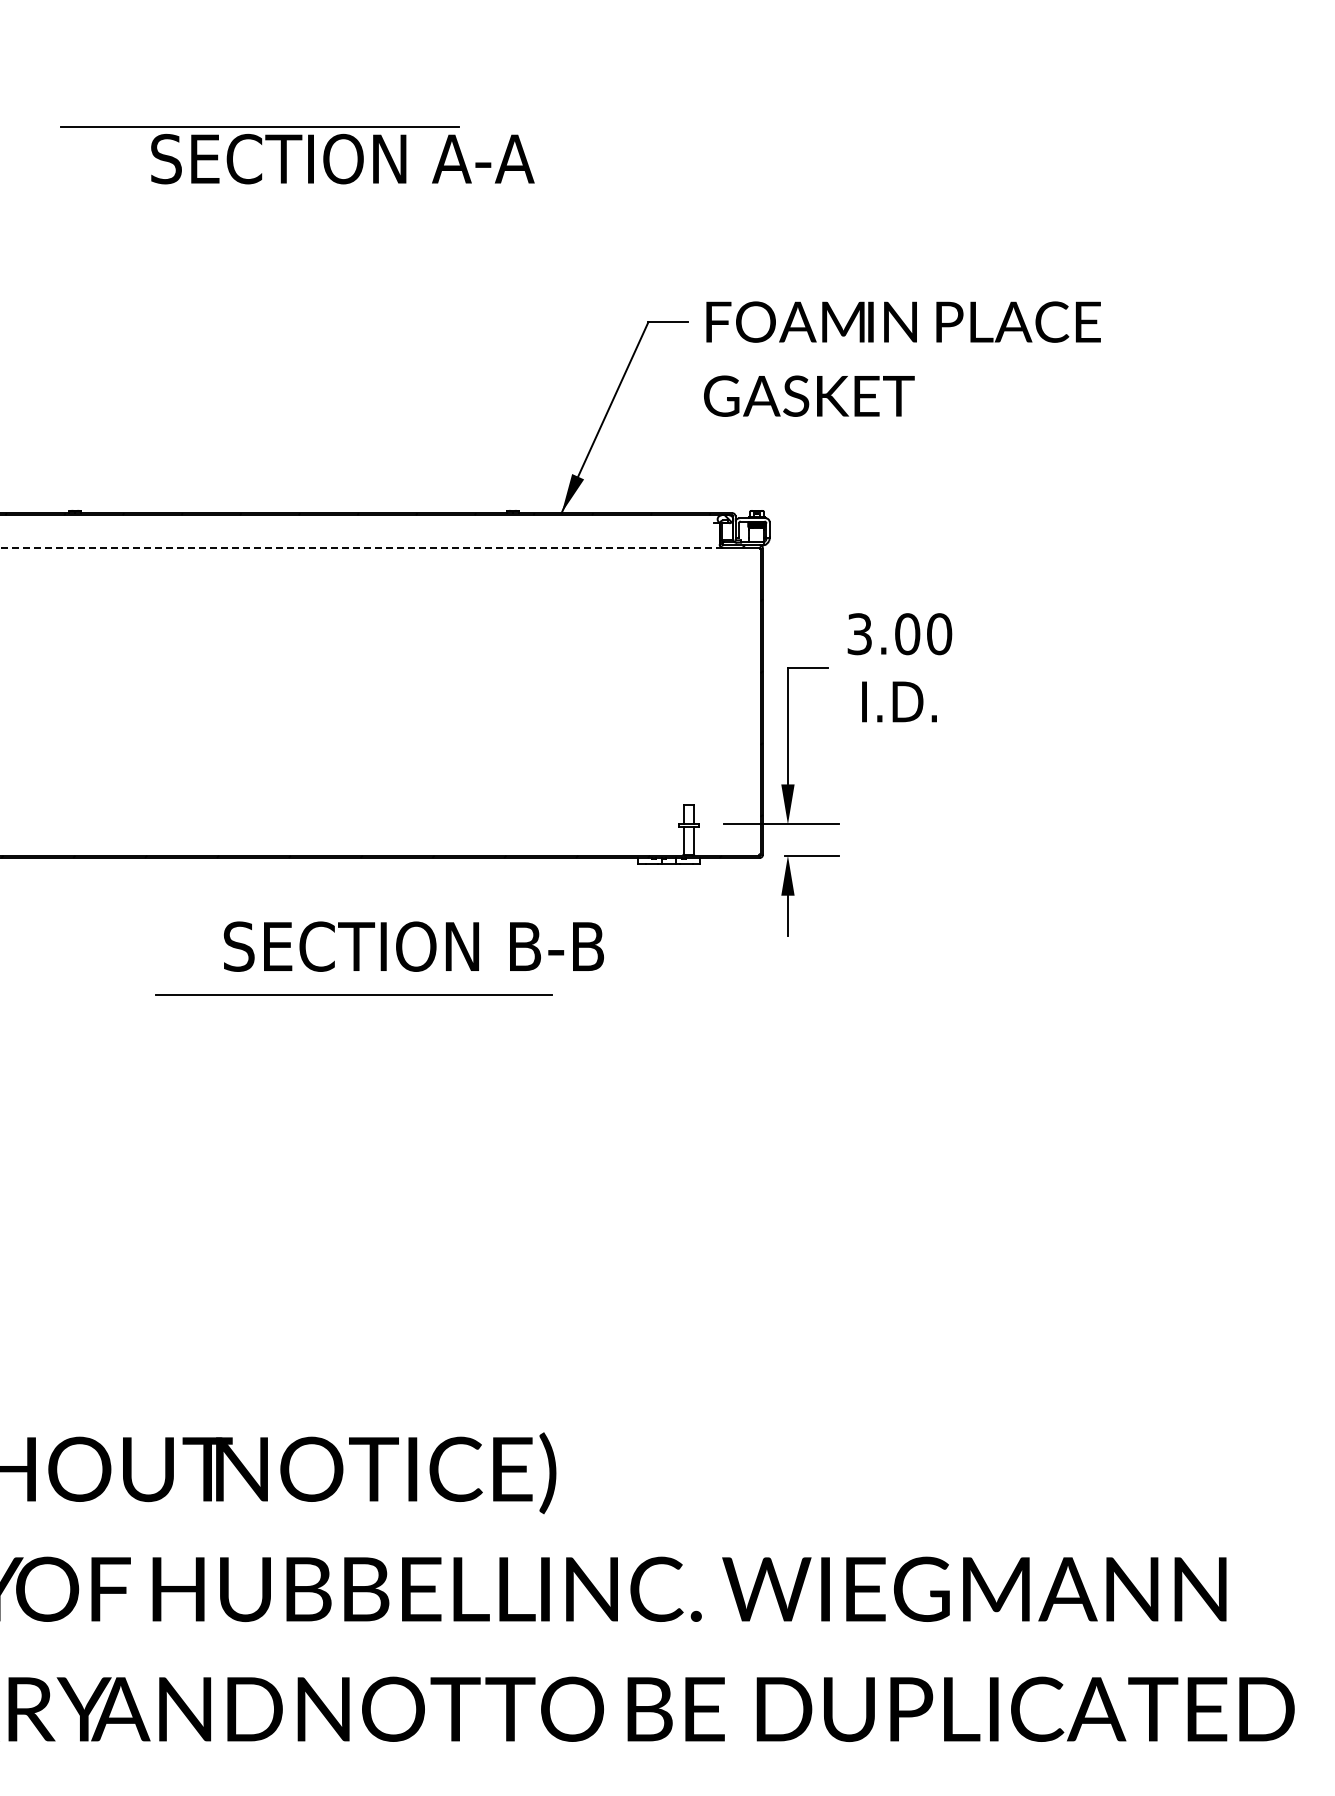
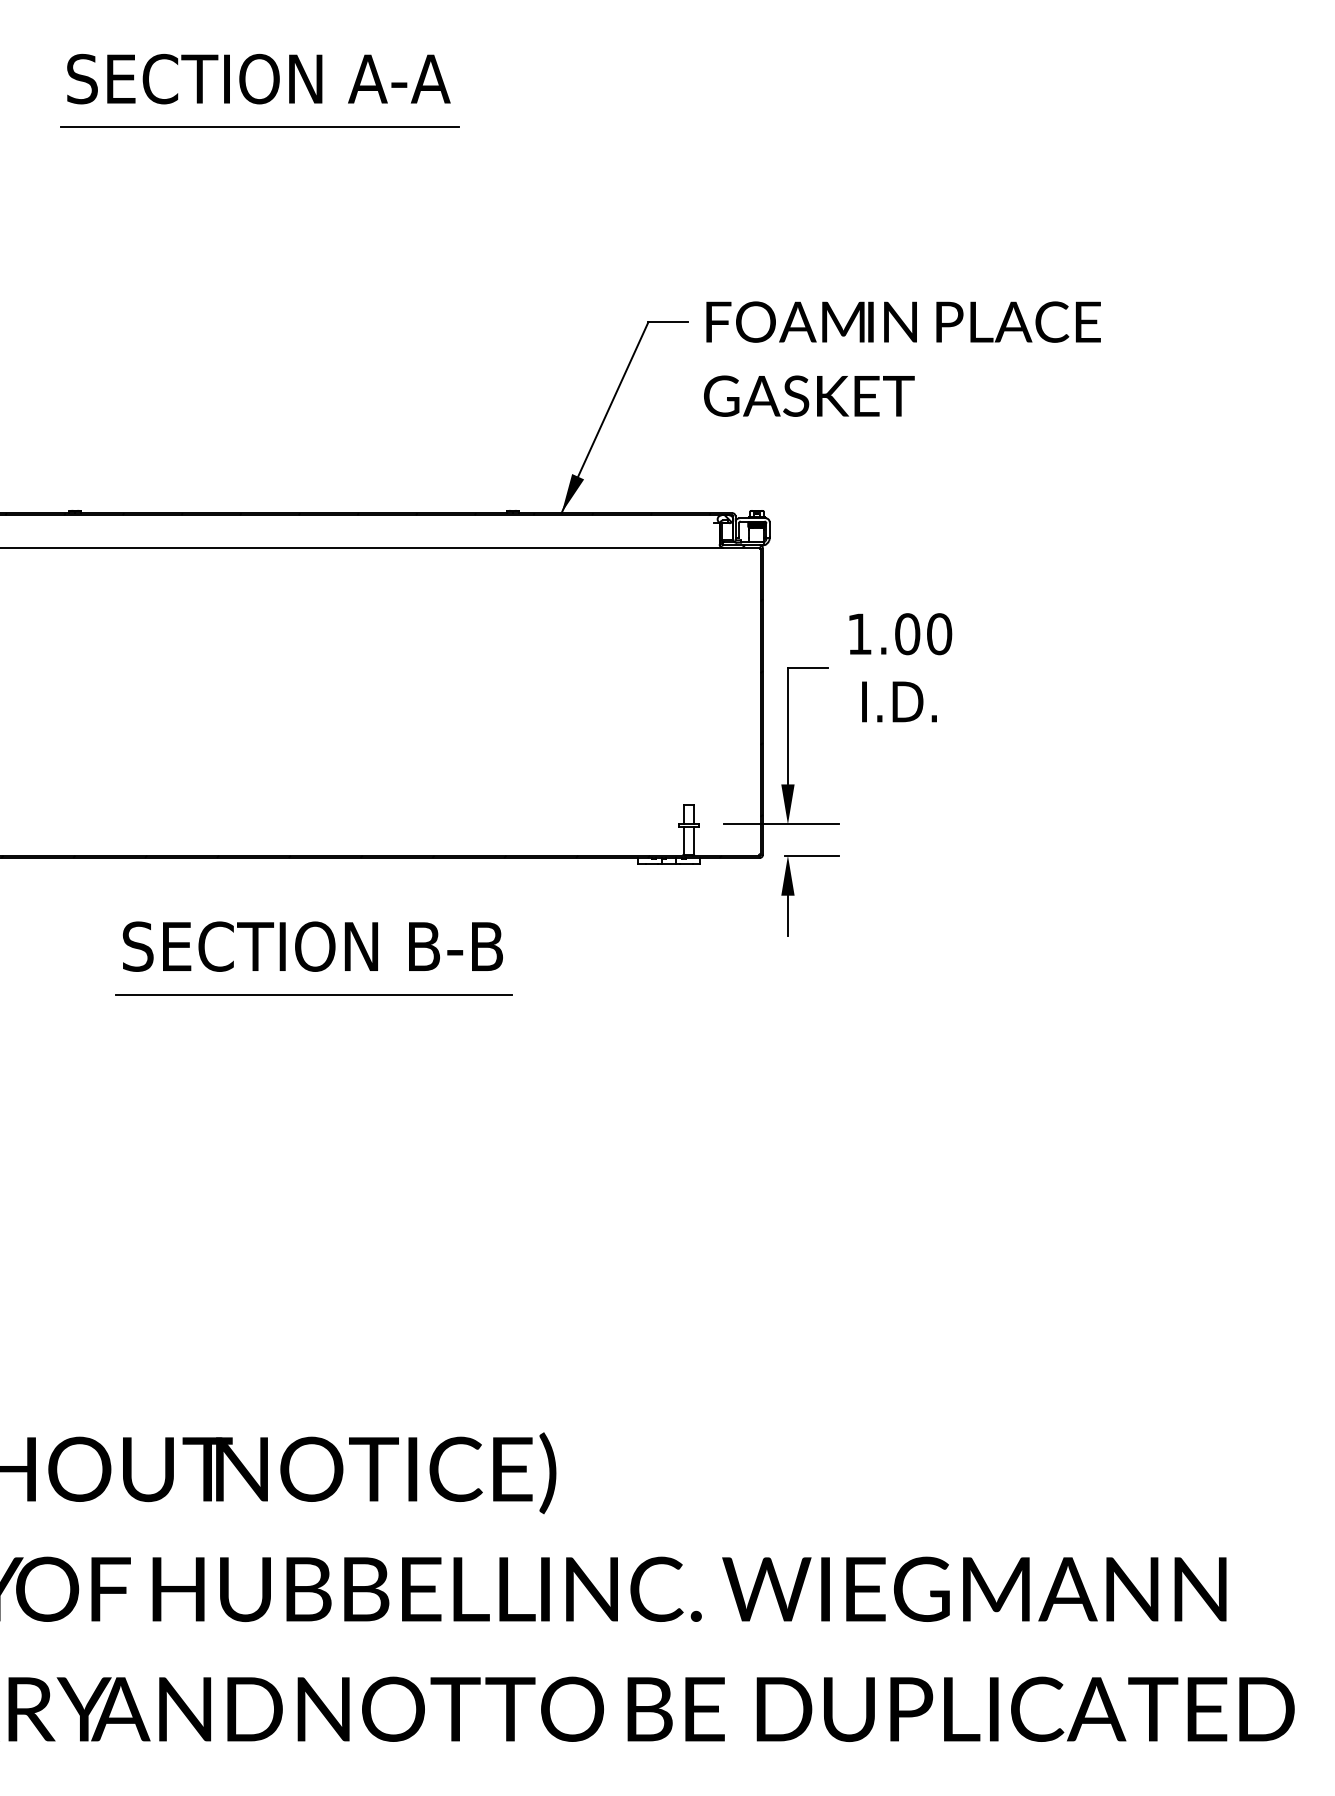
text at (342, 159) position: (342, 159) -> (258, 79)
line at (361, 547): dashed -> solid
text at (859, 634): 3.00 -> 1.00
text at (413, 946) position: (413, 946) -> (312, 946)
line at (353, 994) position: (353, 994) -> (313, 994)
